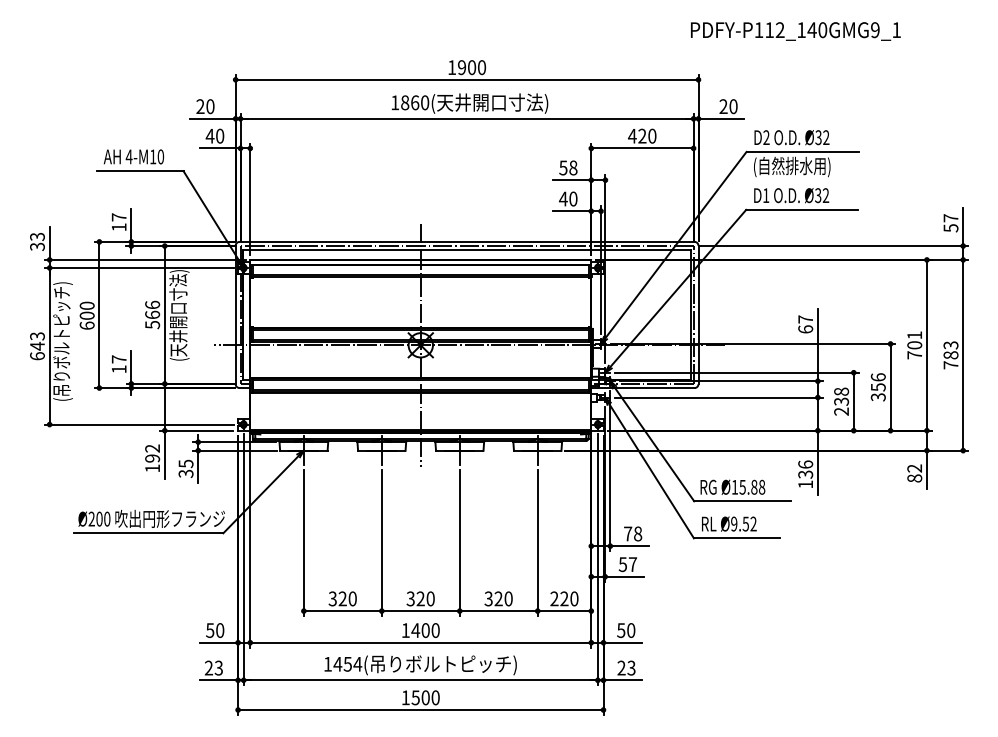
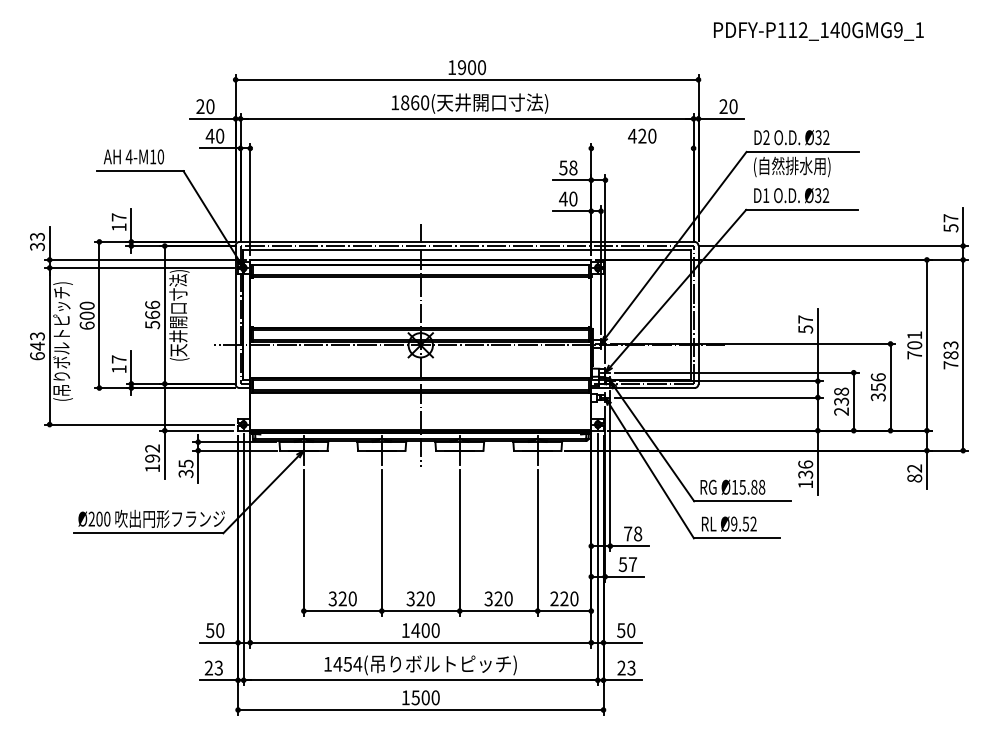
text at (795, 31) position: (795, 31) -> (818, 31)
line at (642, 148): present -> none
text at (805, 329): 67 -> 57
